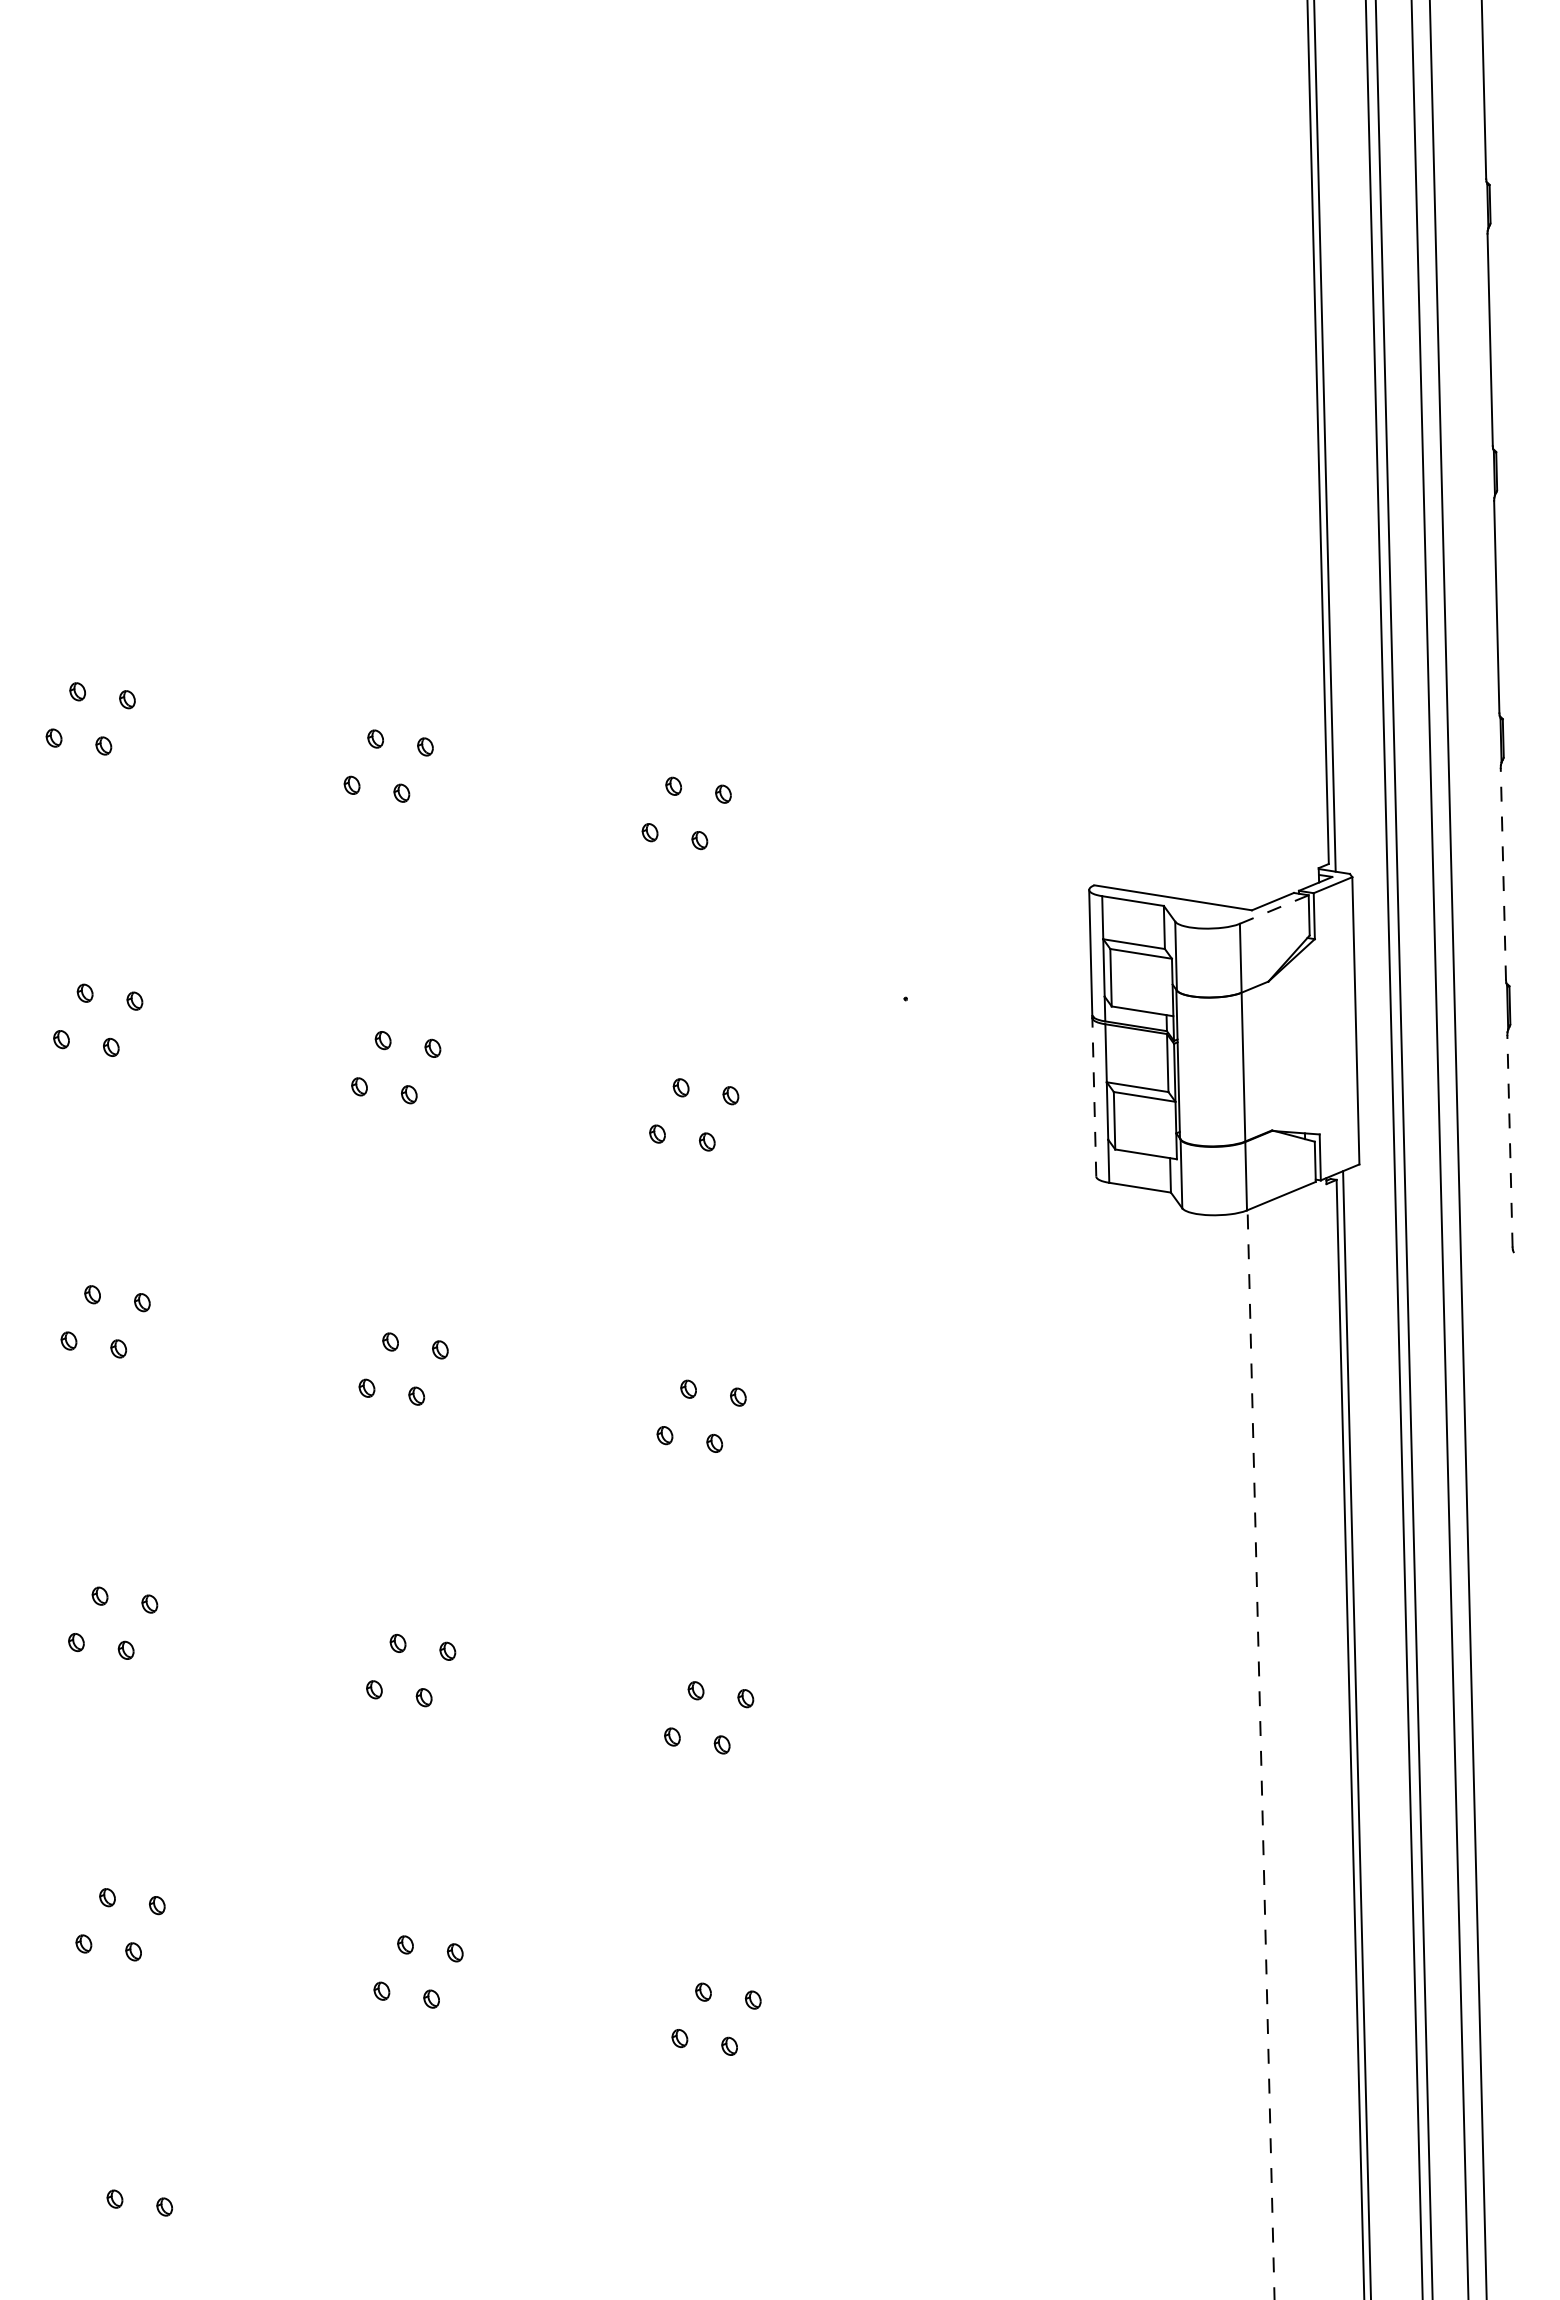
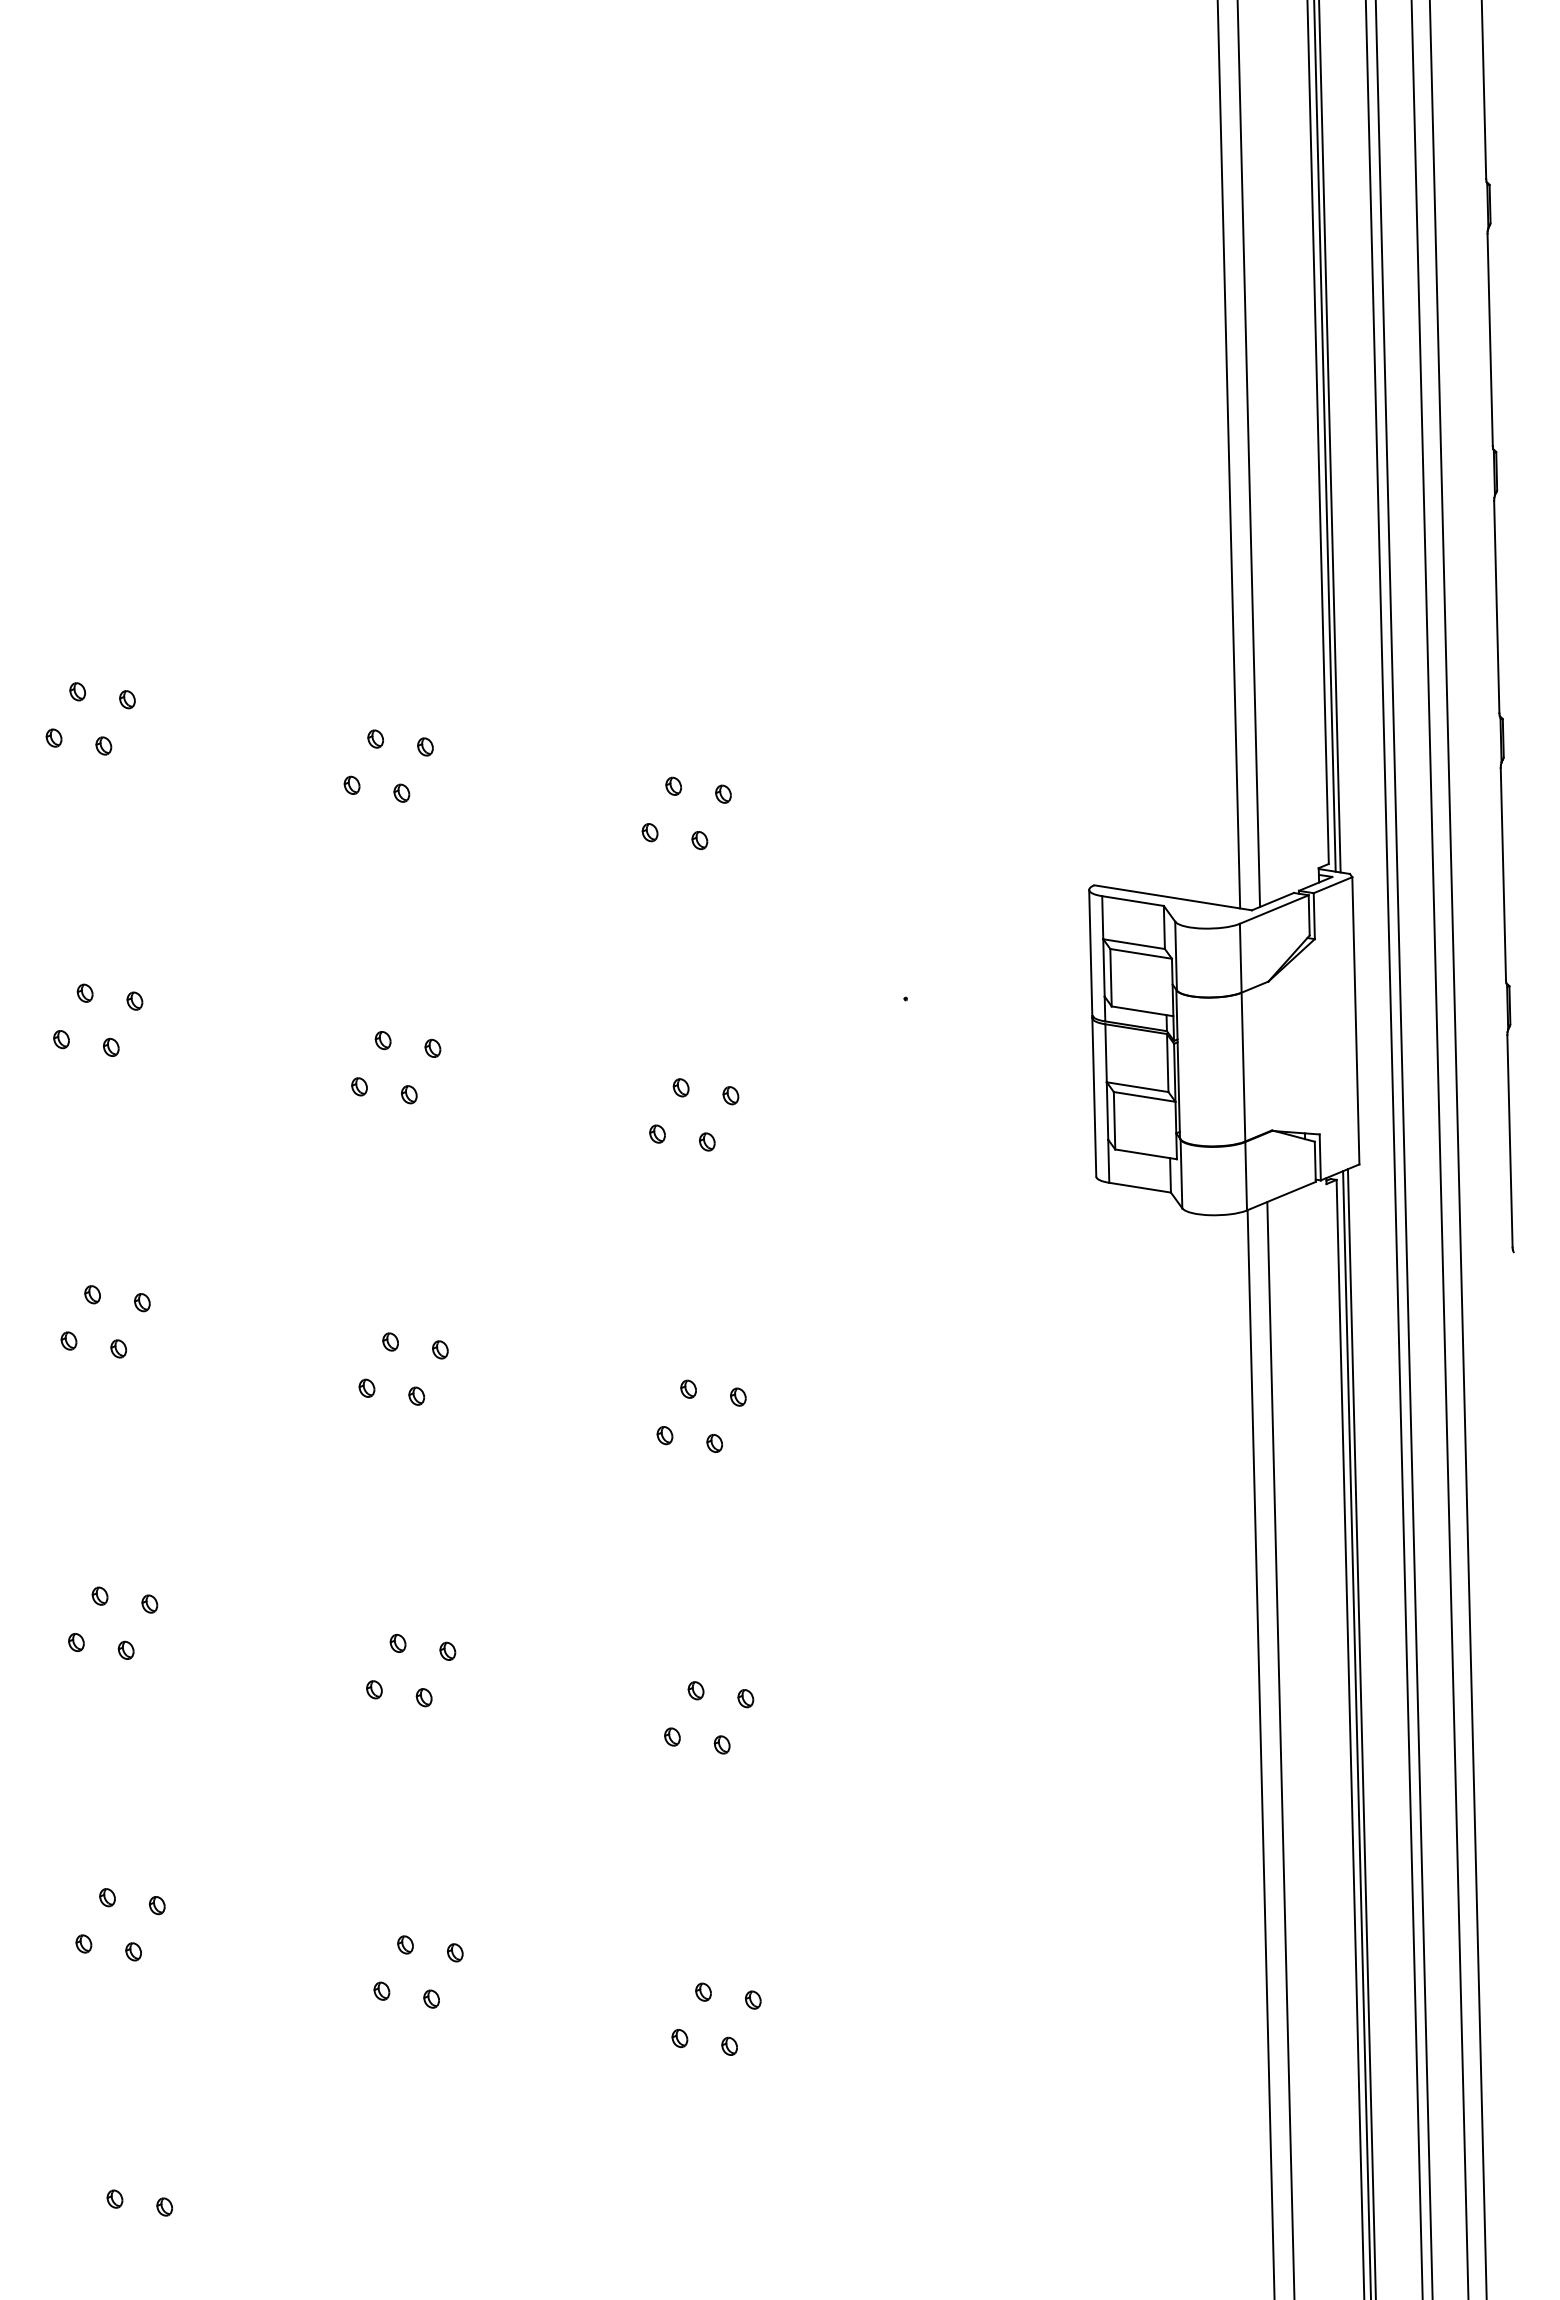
line at (1329, 437): none -> present
line at (1248, 454): none -> present
line at (1228, 455): none -> present
line at (1503, 873): dashed -> solid
line at (1273, 909): dashed -> solid
line at (1094, 1096): dashed -> solid
line at (1509, 1140): dashed -> solid
line at (1361, 1732): none -> present
line at (1280, 1749): none -> present
line at (1261, 1754): dashed -> solid
